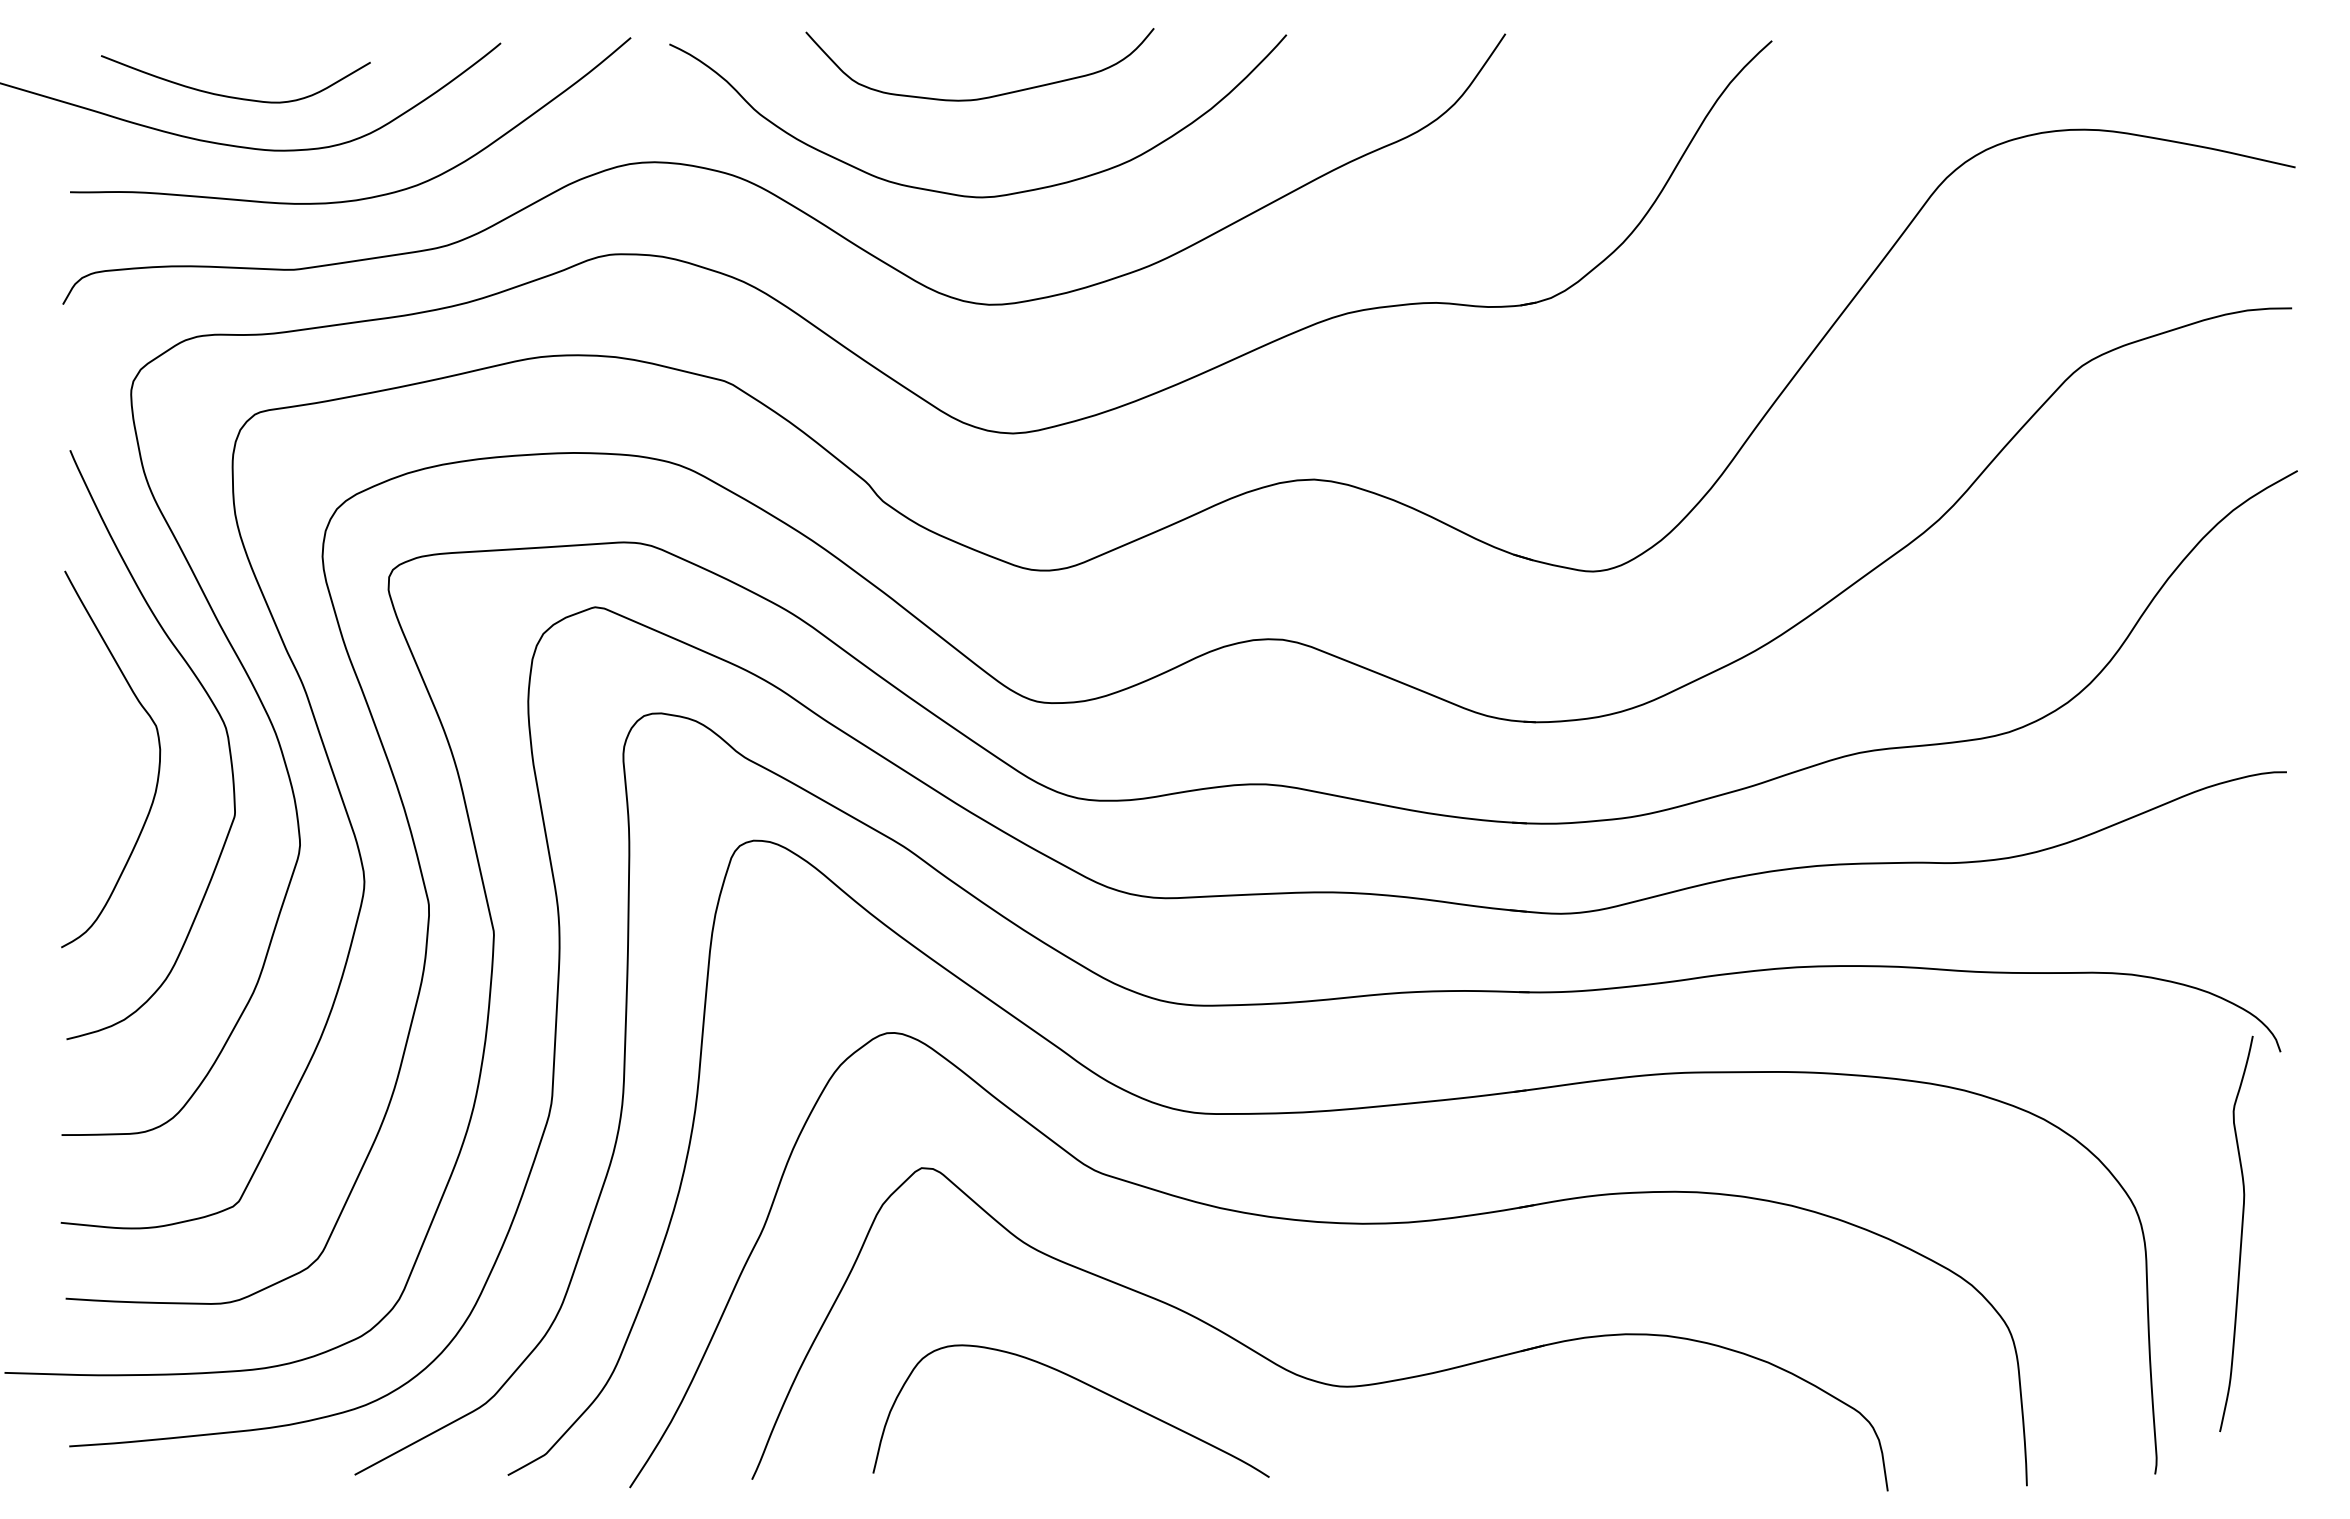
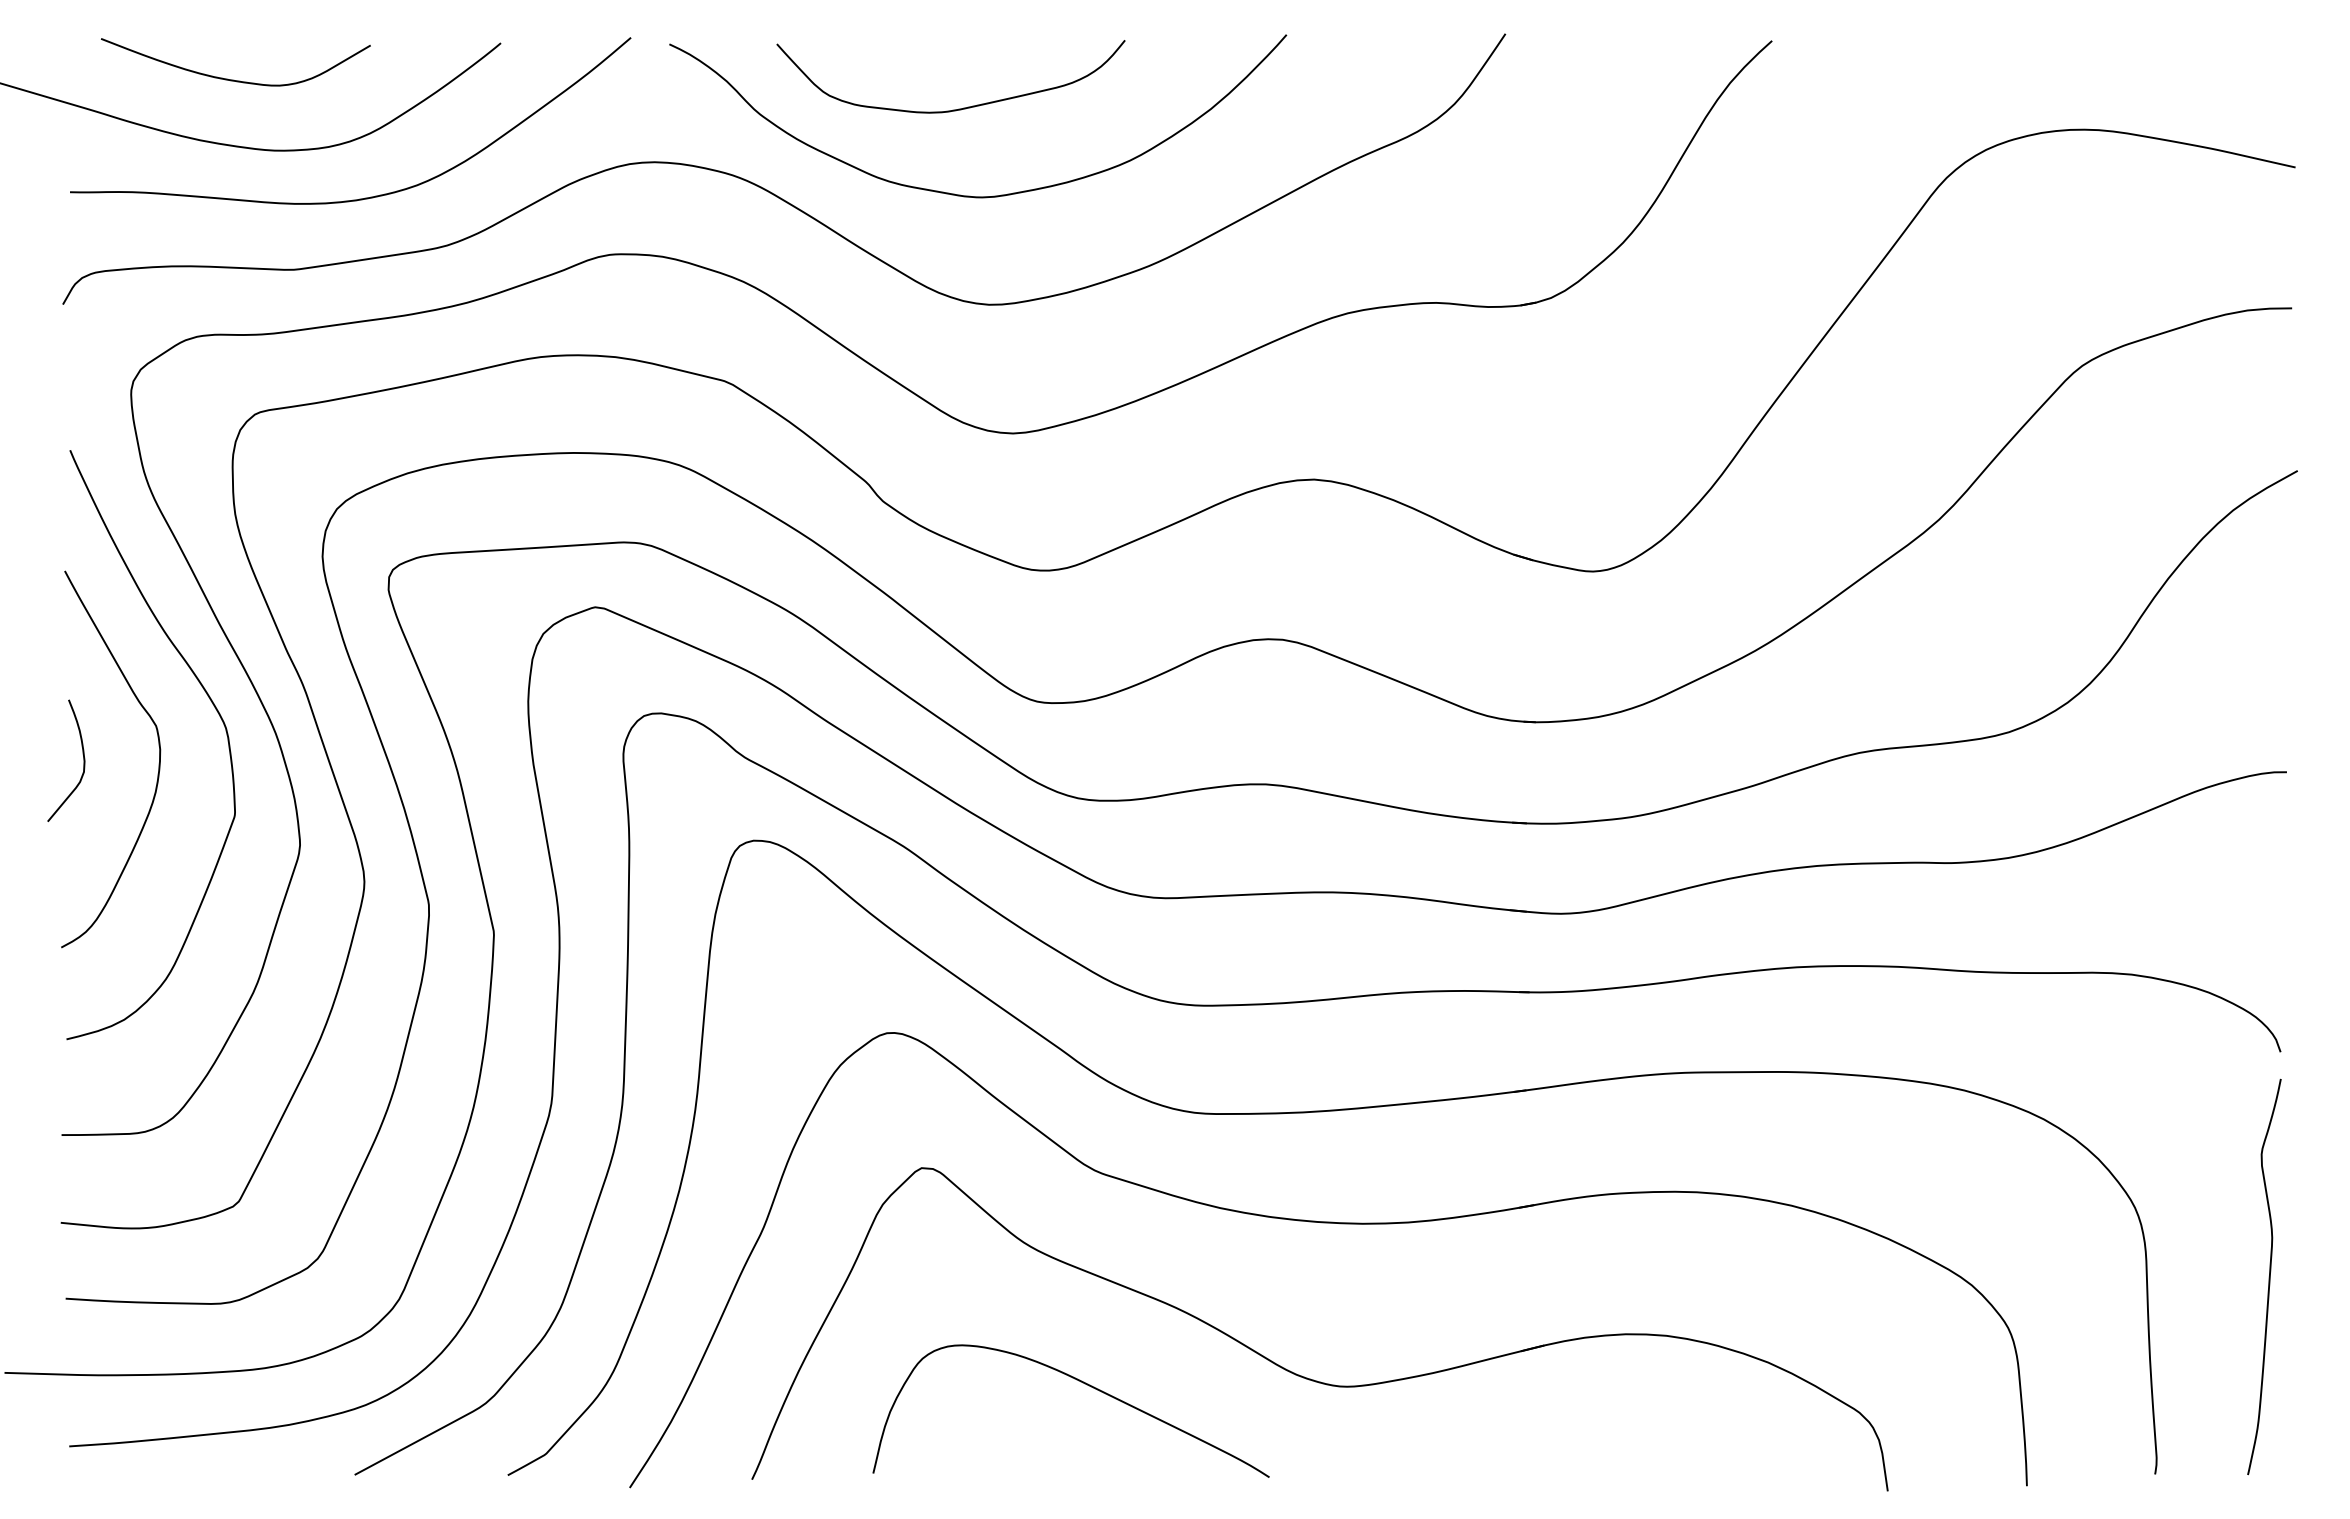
curve at (233, 96) position: (233, 96) -> (233, 79)
curve at (987, 96) position: (987, 96) -> (958, 108)
curve at (83, 760): none -> present
curve at (2240, 1233) position: (2240, 1233) -> (2268, 1276)
